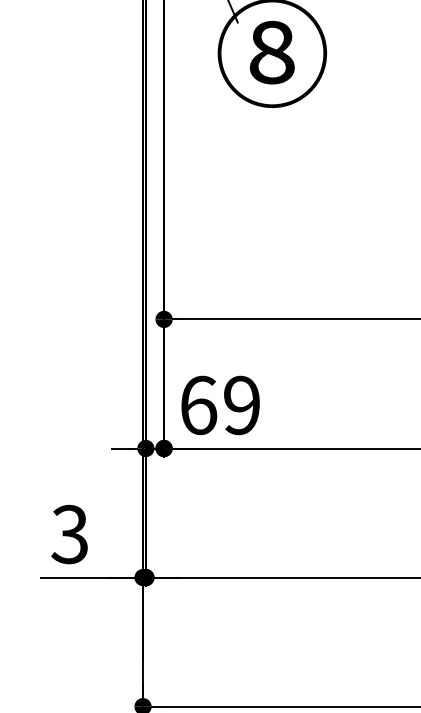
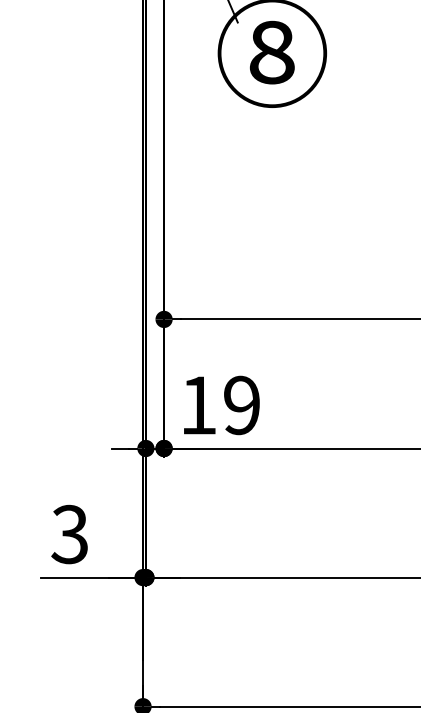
text at (199, 405): 69 -> 19
